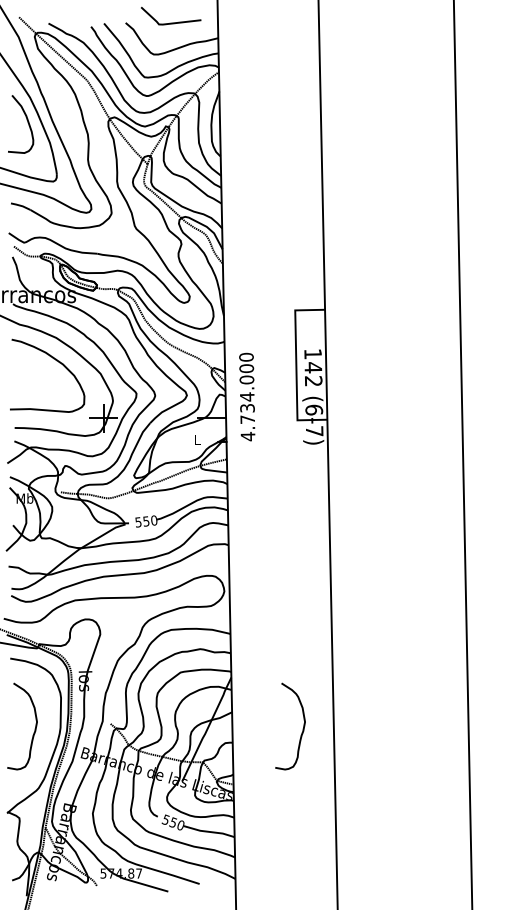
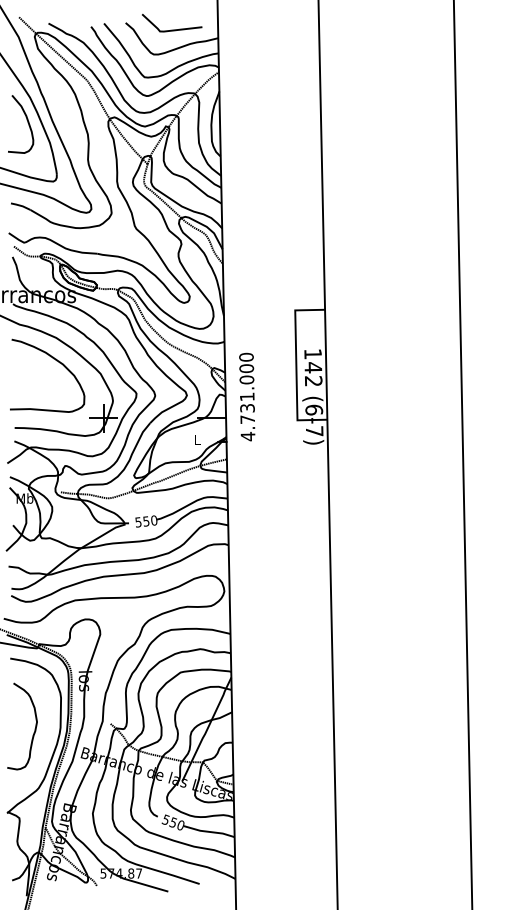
line at (171, 22) position: (171, 22) -> (172, 29)
text at (247, 396): 4.734.000 -> 4.731.000
curve at (302, 728): present -> none
